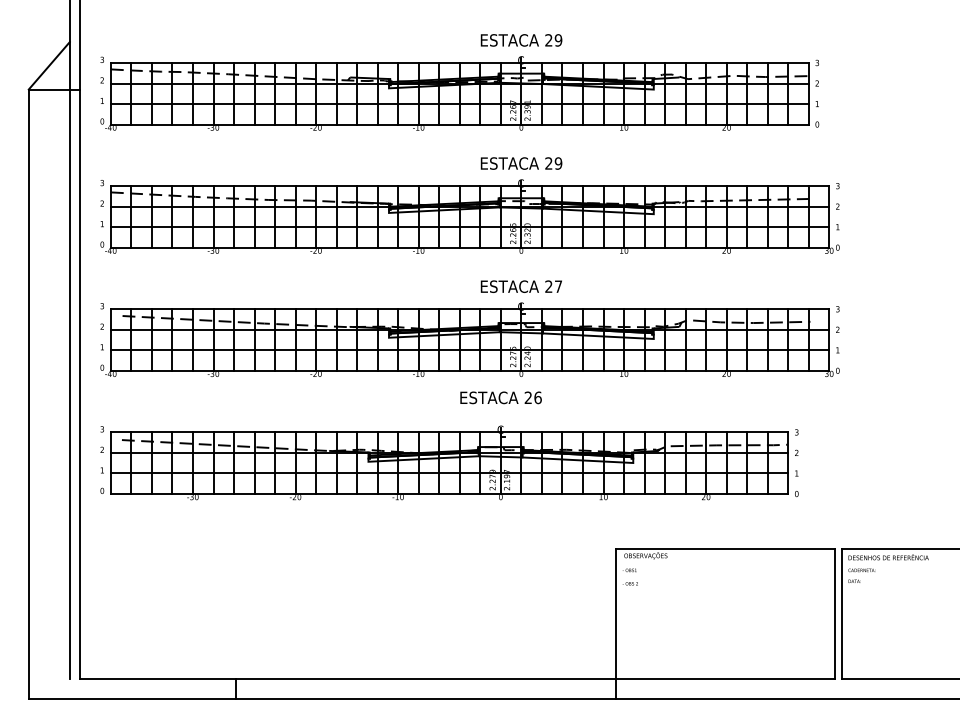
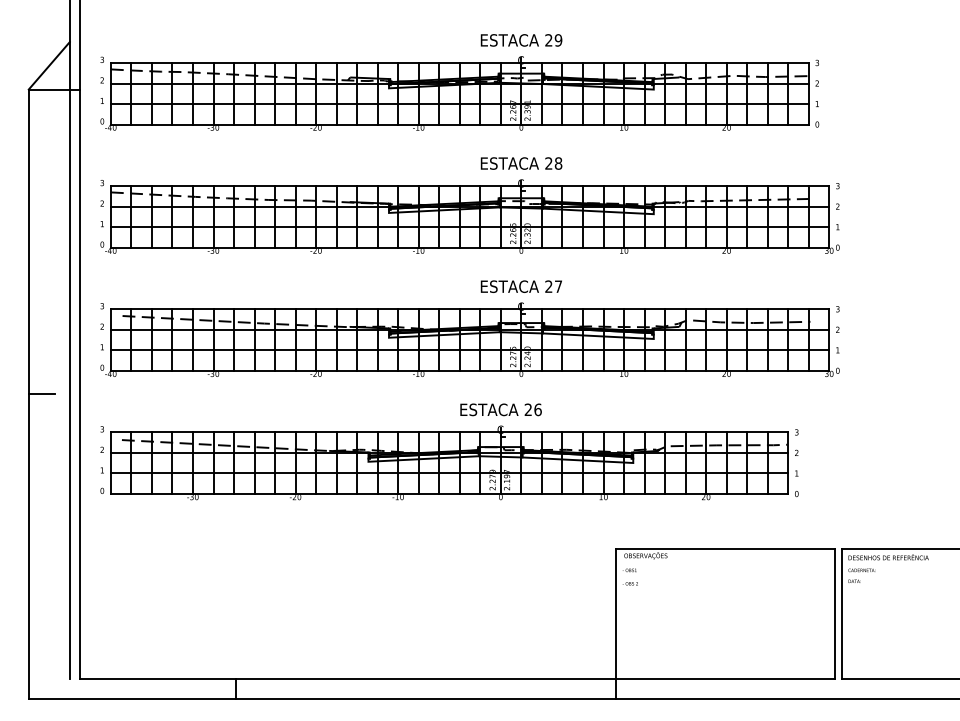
text at (558, 163): 29 -> 28
line at (41, 394): none -> present
text at (500, 397) position: (500, 397) -> (500, 409)
